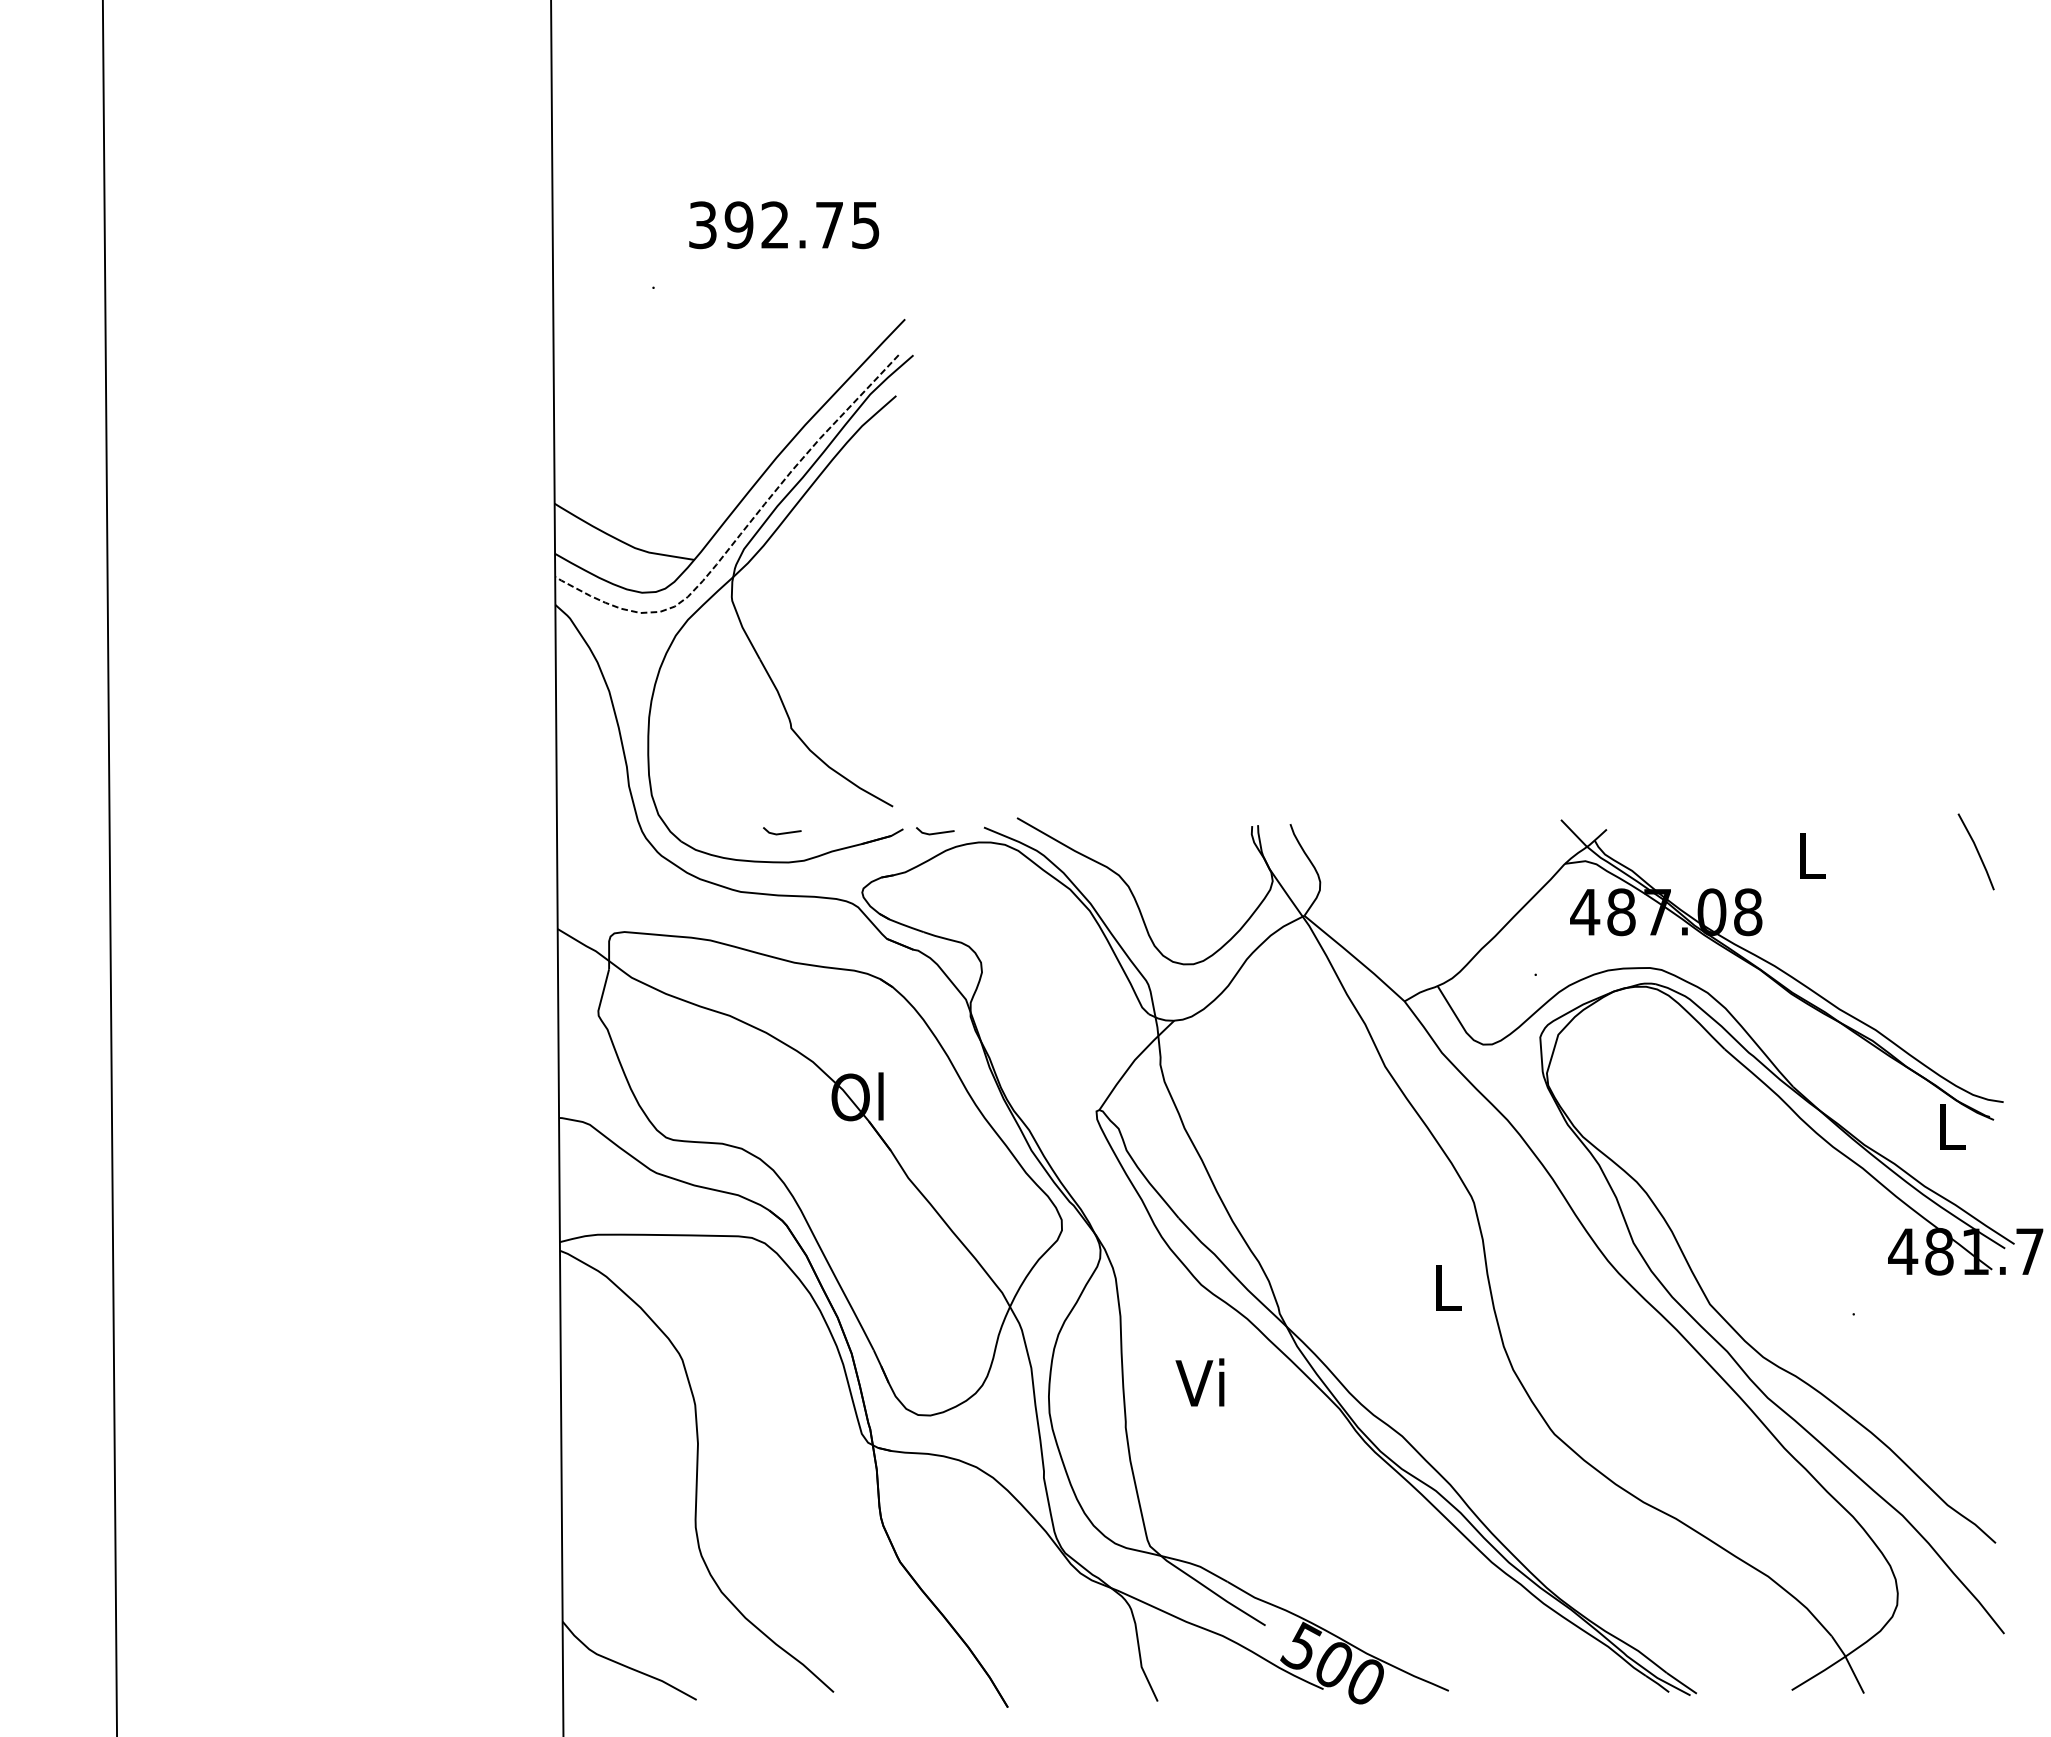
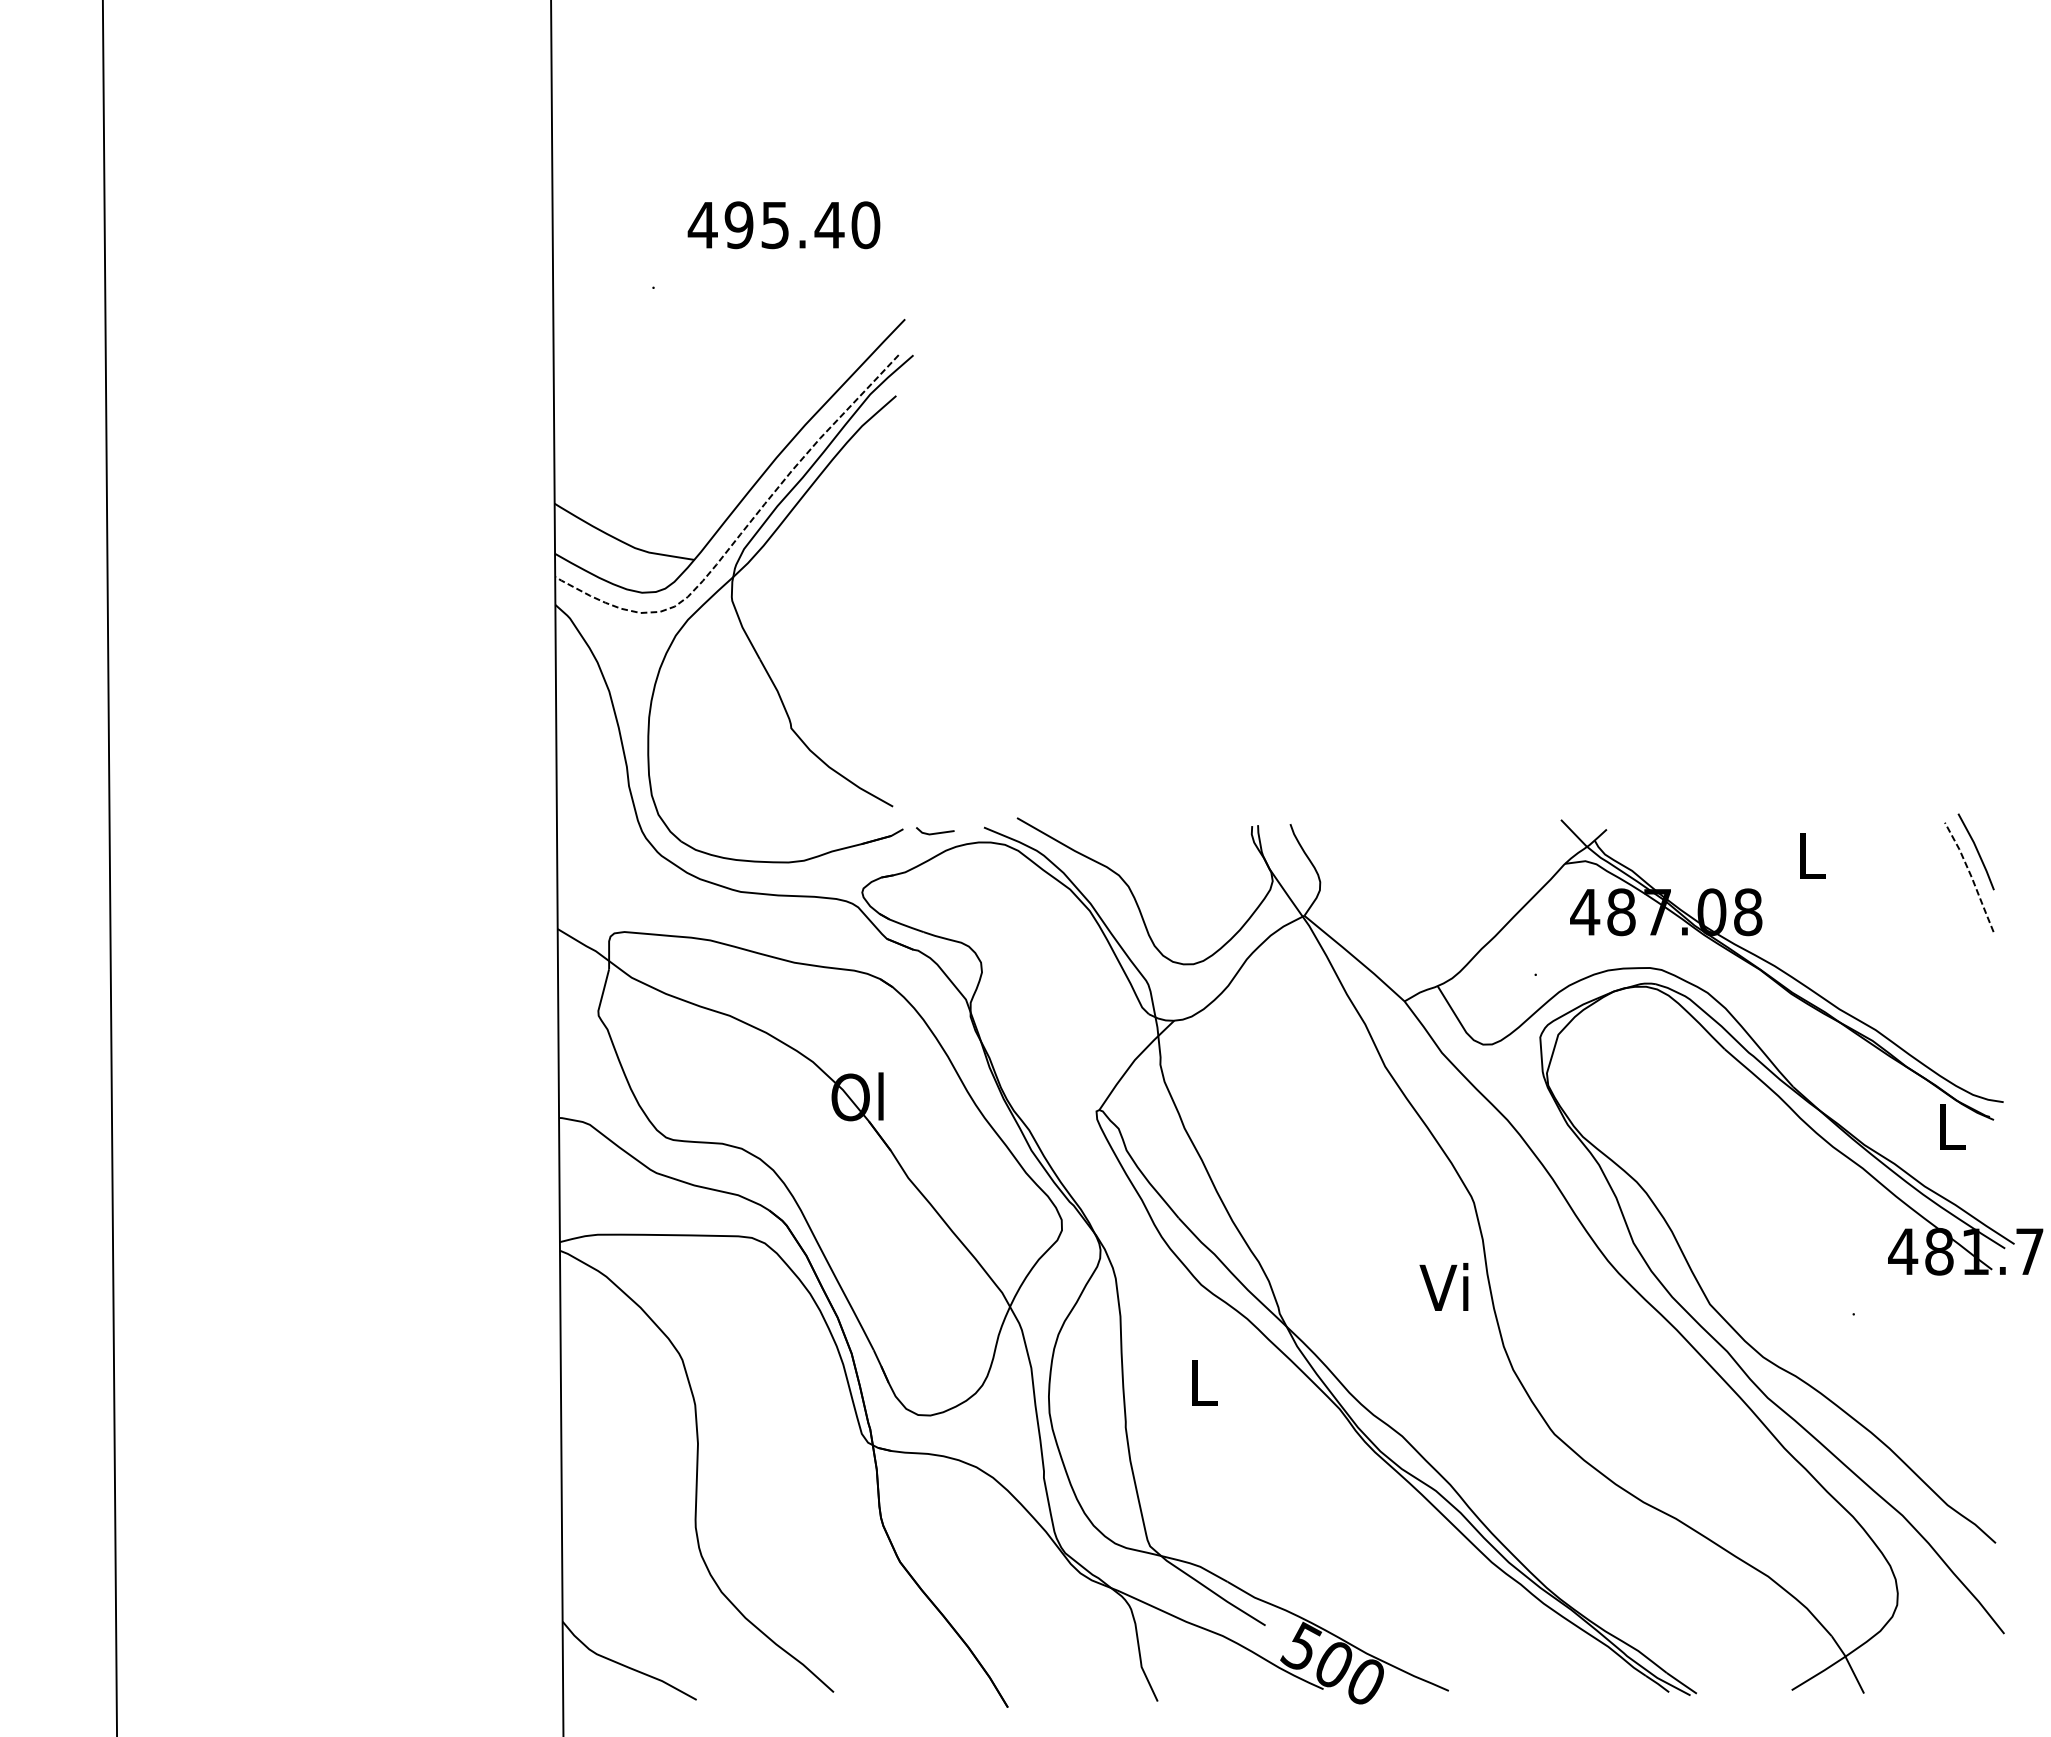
text at (783, 225): 392.75 -> 495.40
line at (782, 832): present -> none
curve at (1970, 877): none -> present
text at (1443, 1286): L -> Vi
text at (1199, 1382): Vi -> L
